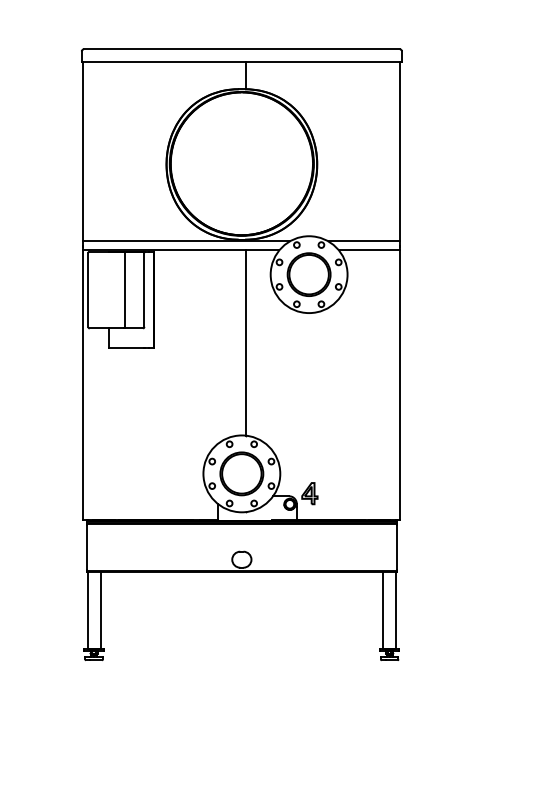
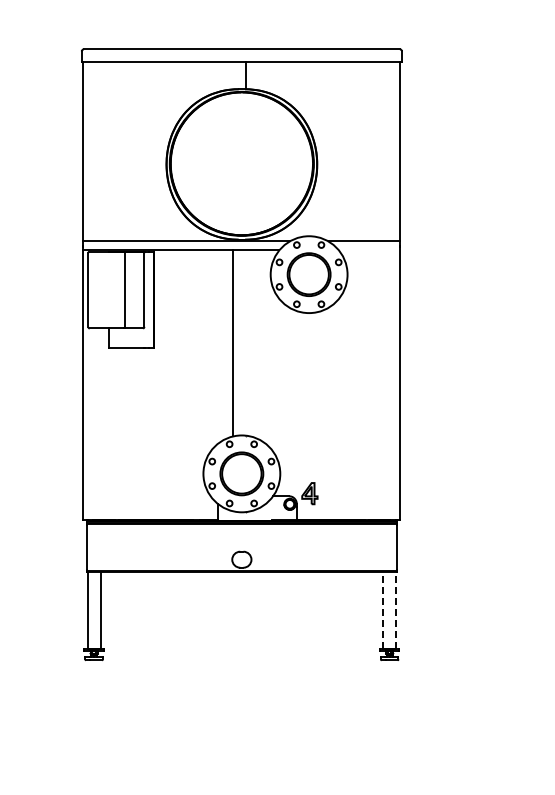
line at (369, 250): present -> none
line at (246, 342) position: (246, 342) -> (233, 342)
line at (383, 609): solid -> dashed
line at (396, 609): solid -> dashed
